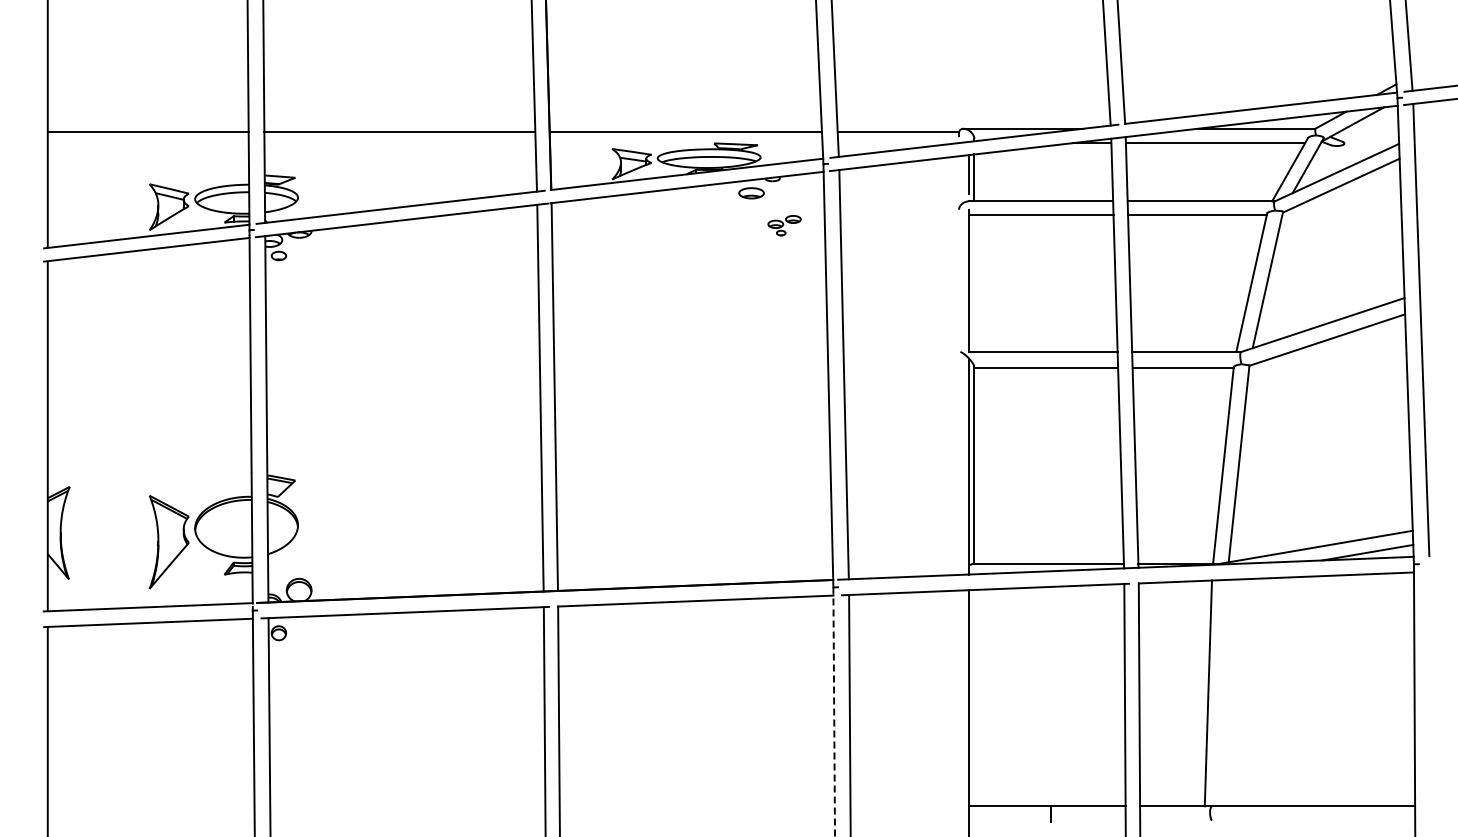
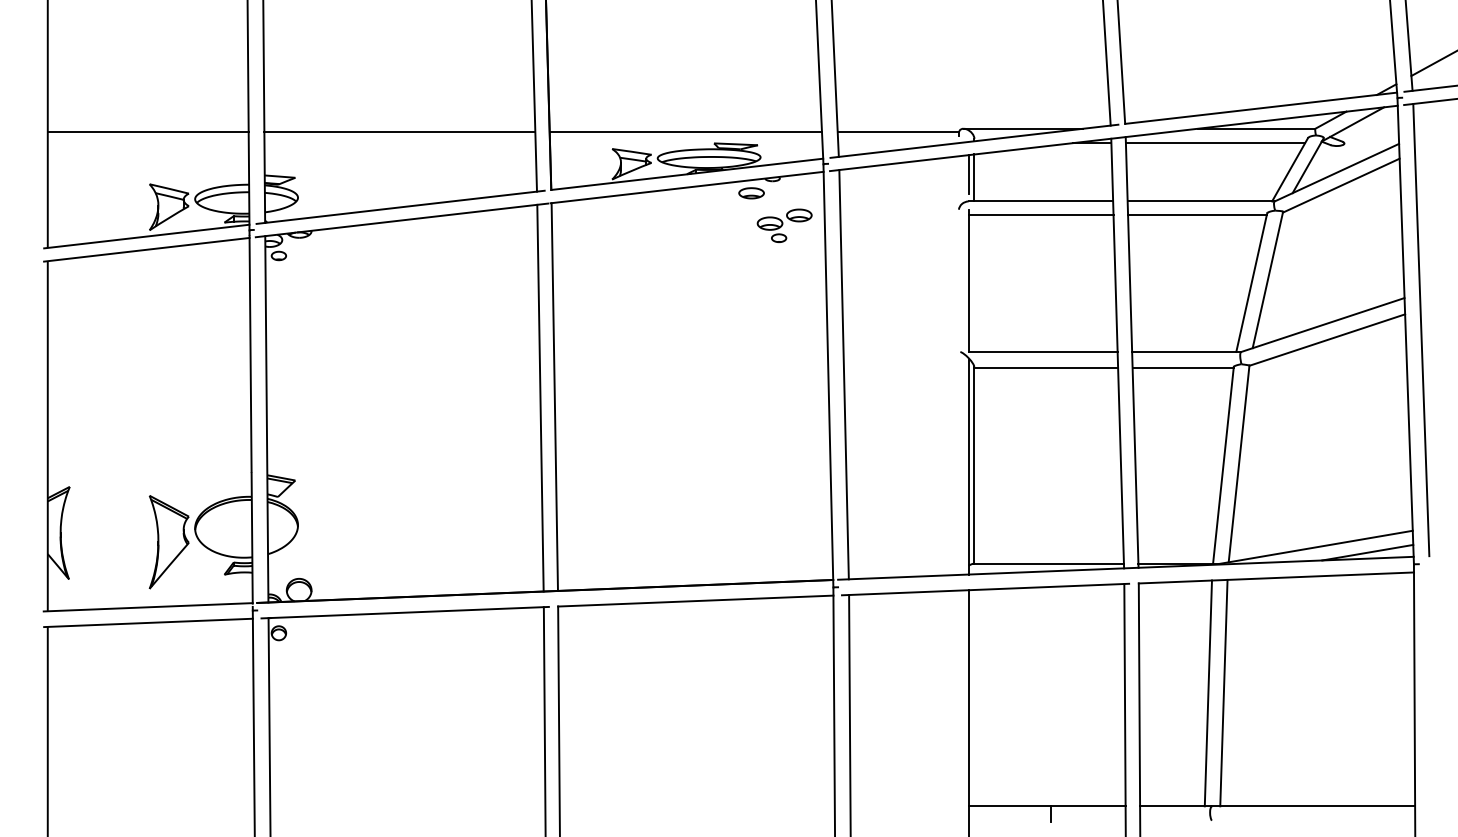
line at (1432, 64): none -> present
part at (784, 225) size: 35x22 px -> 57x35 px
line at (1223, 692): none -> present
line at (834, 712): dashed -> solid
